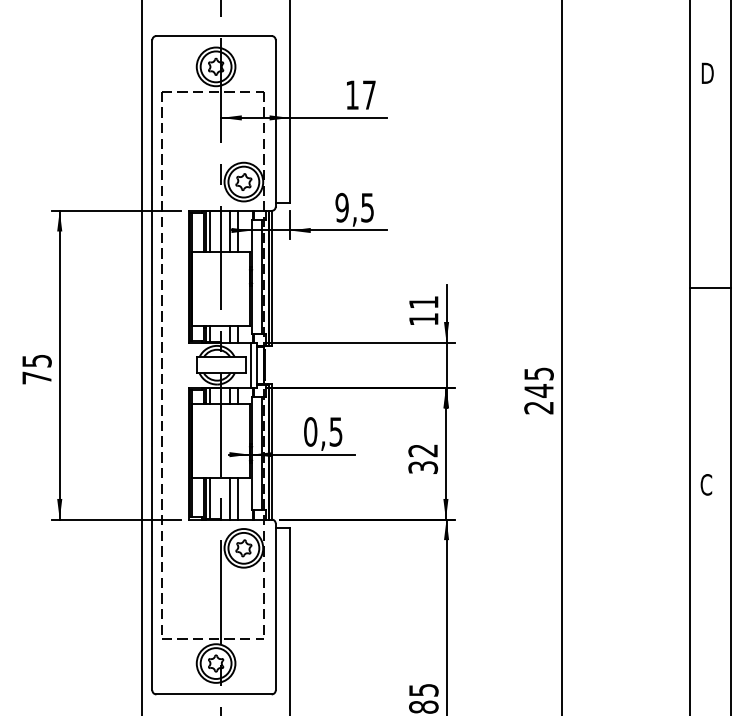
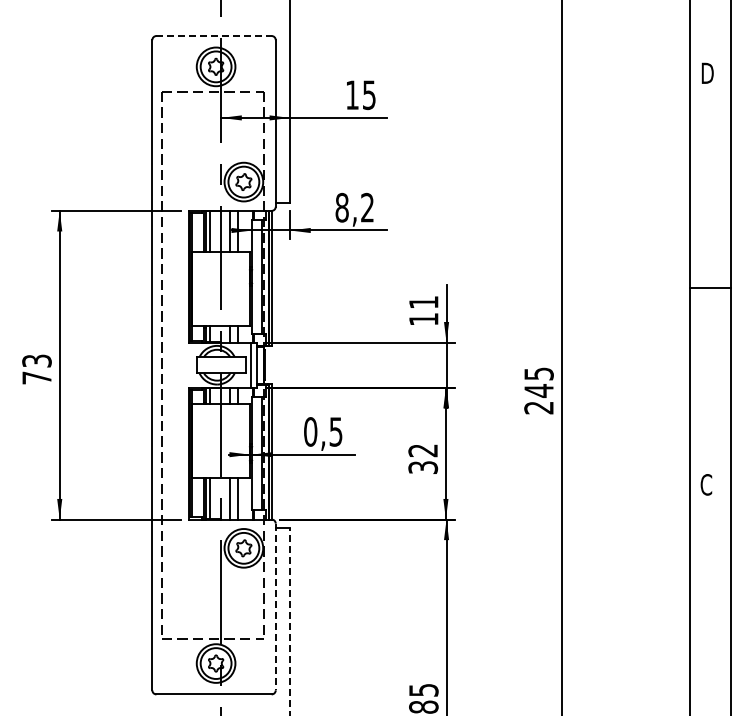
line at (214, 36): solid -> dashed
text at (369, 95): 17 -> 15
text at (354, 207): 9,5 -> 8,2
line at (142, 357): present -> none
text at (36, 360): 75 -> 73
line at (275, 607): solid -> dashed
line at (290, 621): solid -> dashed
